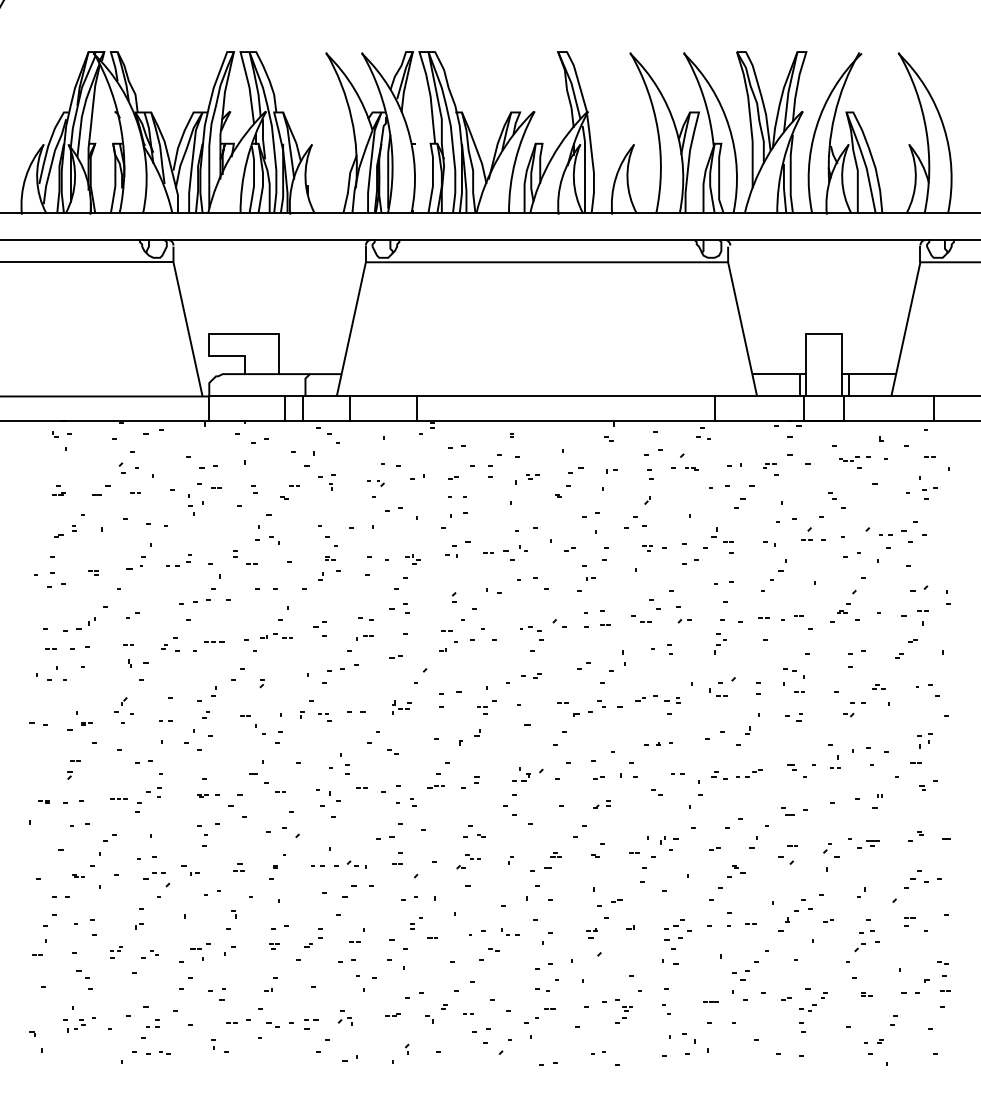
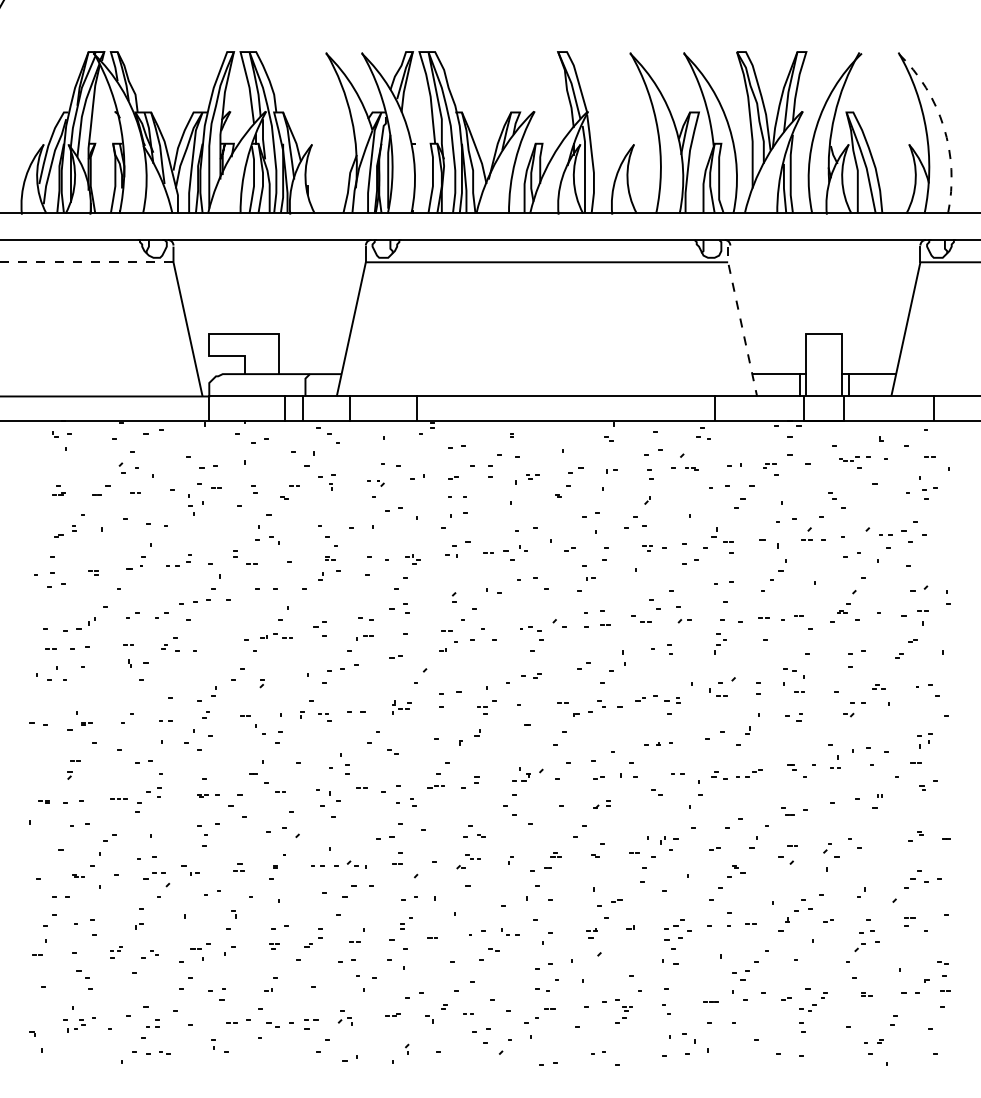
arc at (943, 127): solid -> dashed
line at (86, 262): solid -> dashed
line at (740, 321): solid -> dashed
part at (769, 543) size: 13x6 px -> 20x10 px
part at (161, 615): none -> present
line at (214, 641): present -> none
part at (120, 704): present -> none
part at (872, 843): present -> none
part at (416, 923) position: (416, 923) -> (406, 923)
